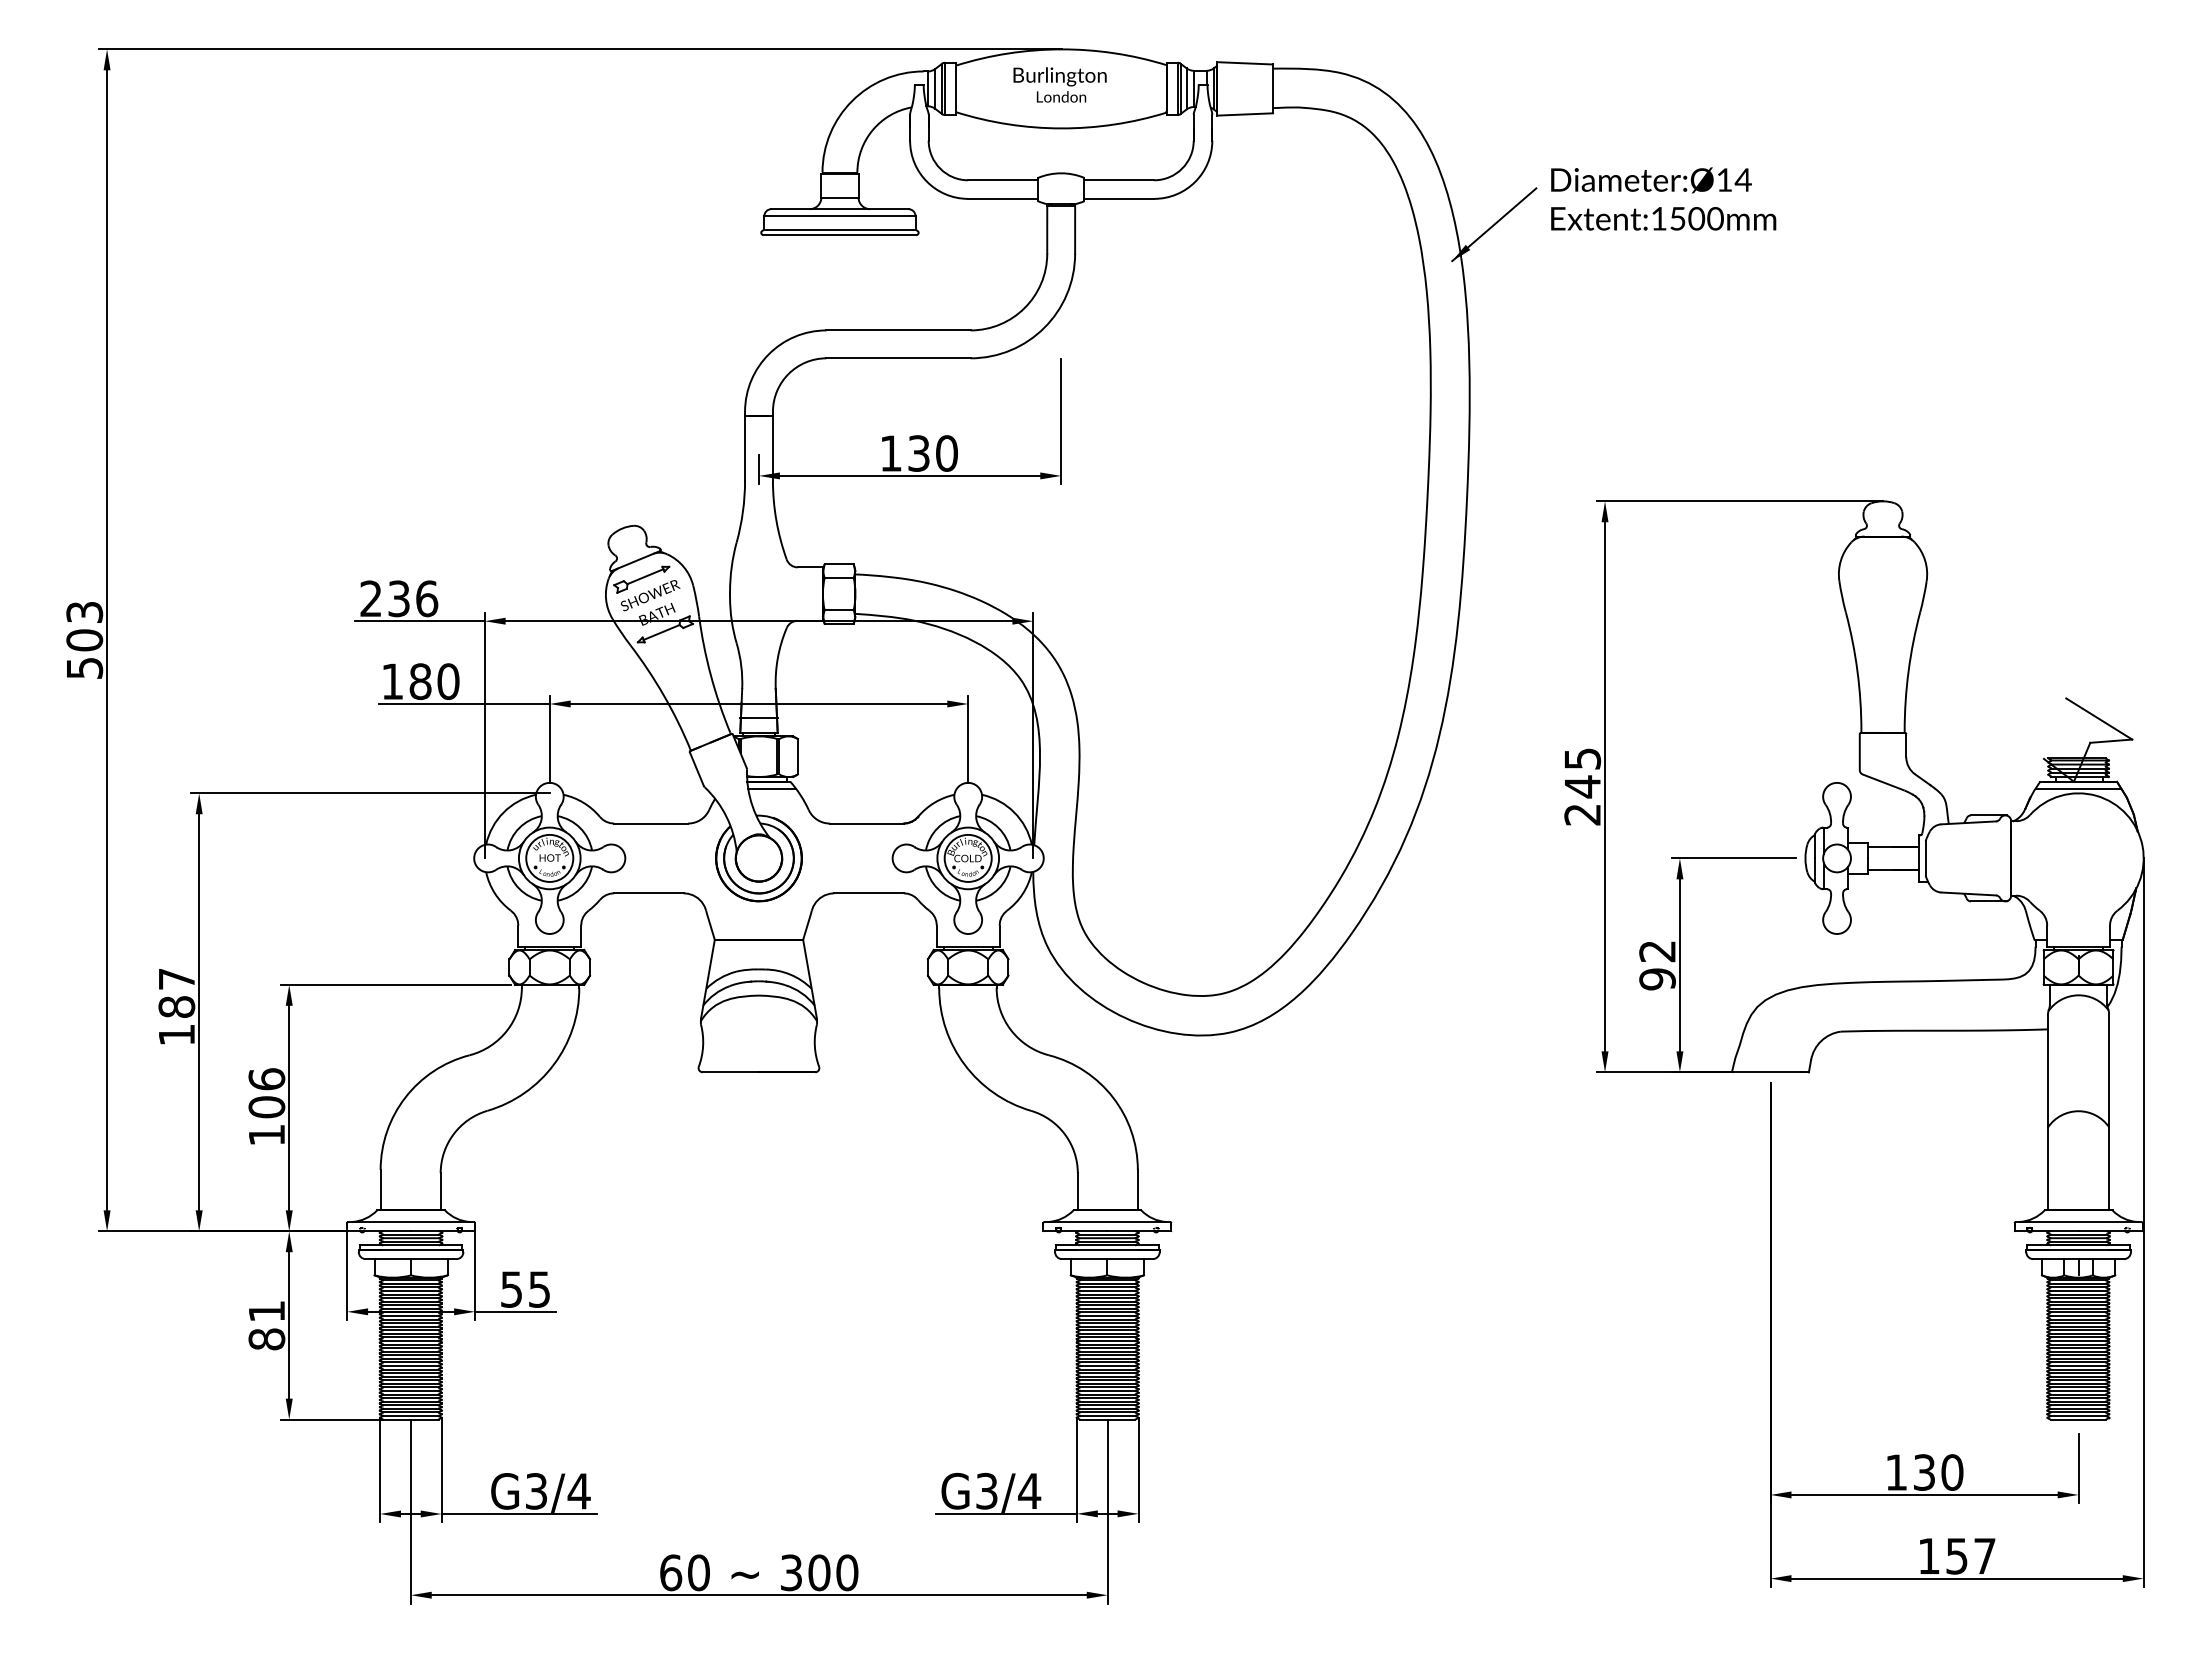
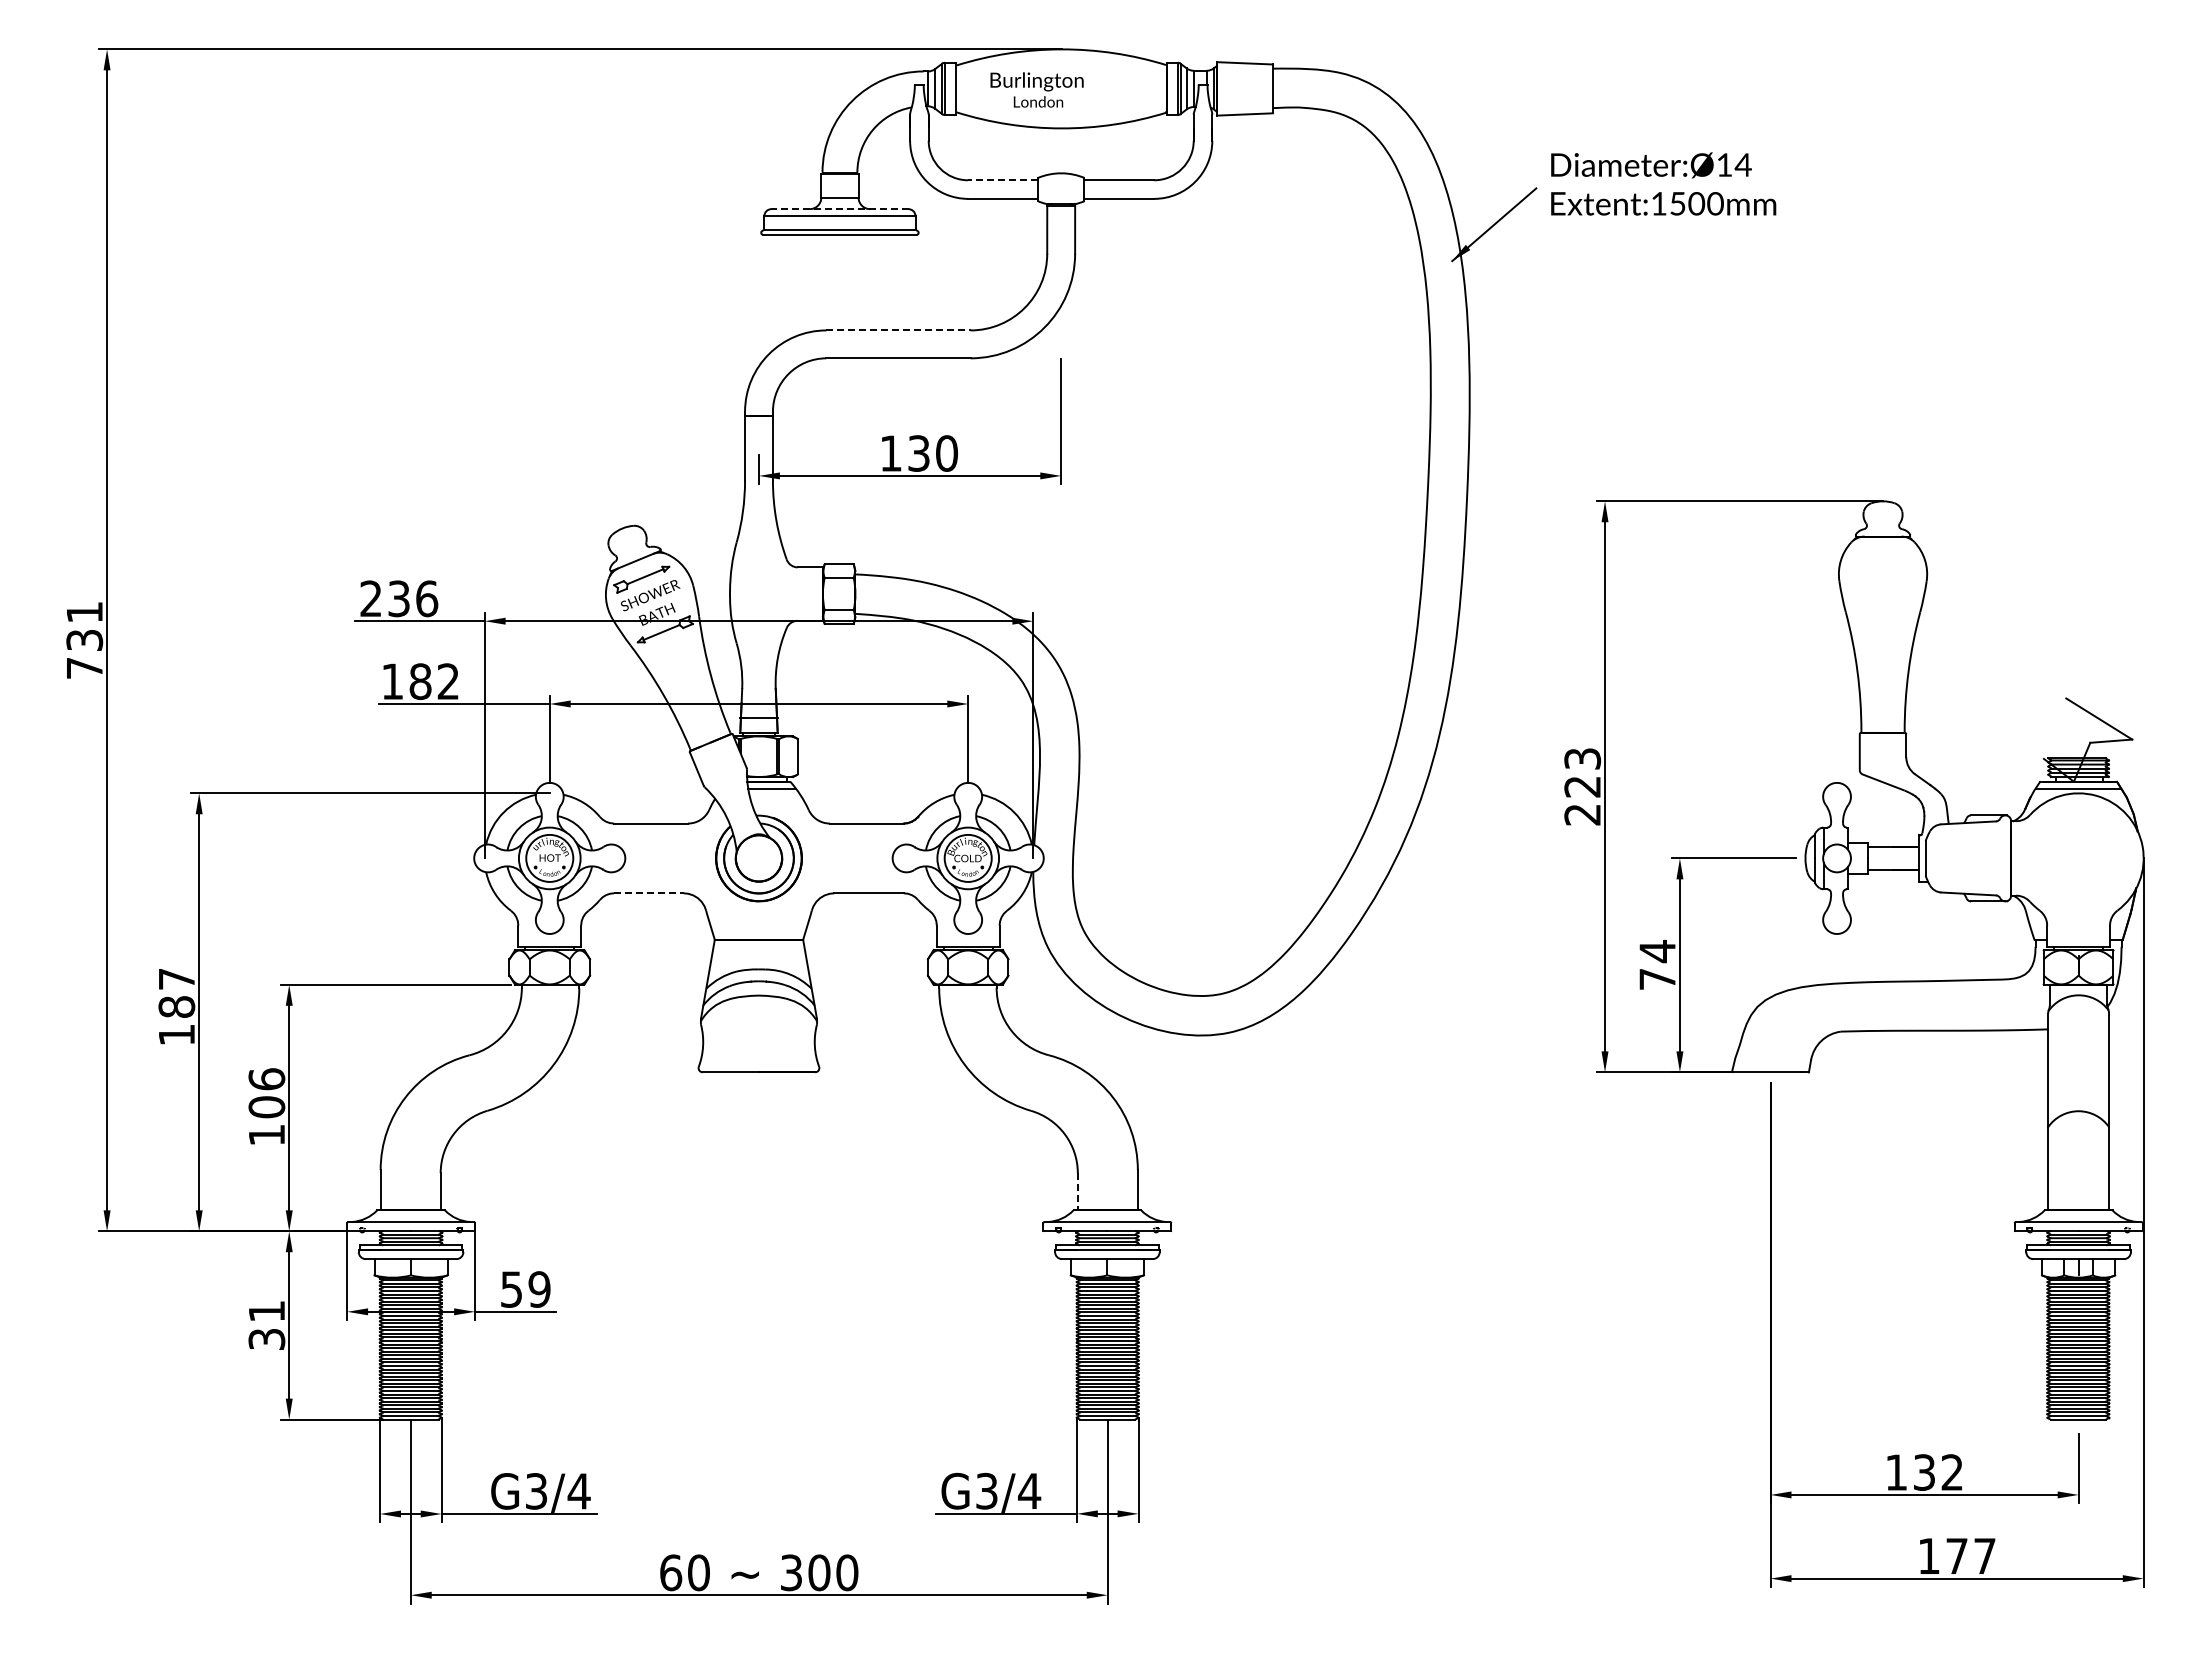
text at (1059, 84) position: (1059, 84) -> (1036, 89)
line at (1003, 180): solid -> dashed
text at (1663, 198) position: (1663, 198) -> (1663, 183)
line at (839, 209): solid -> dashed
line at (898, 330): solid -> dashed
text at (84, 640): 503 -> 731
text at (448, 681): 180 -> 182
text at (1582, 773): 245 -> 223
line at (648, 893): solid -> dashed
text at (1657, 964): 92 -> 74
line at (1077, 1191): solid -> dashed
text at (539, 1289): 55 -> 59
text at (266, 1339): 81 -> 31
text at (1952, 1472): 130 -> 132
text at (1956, 1556): 157 -> 177
